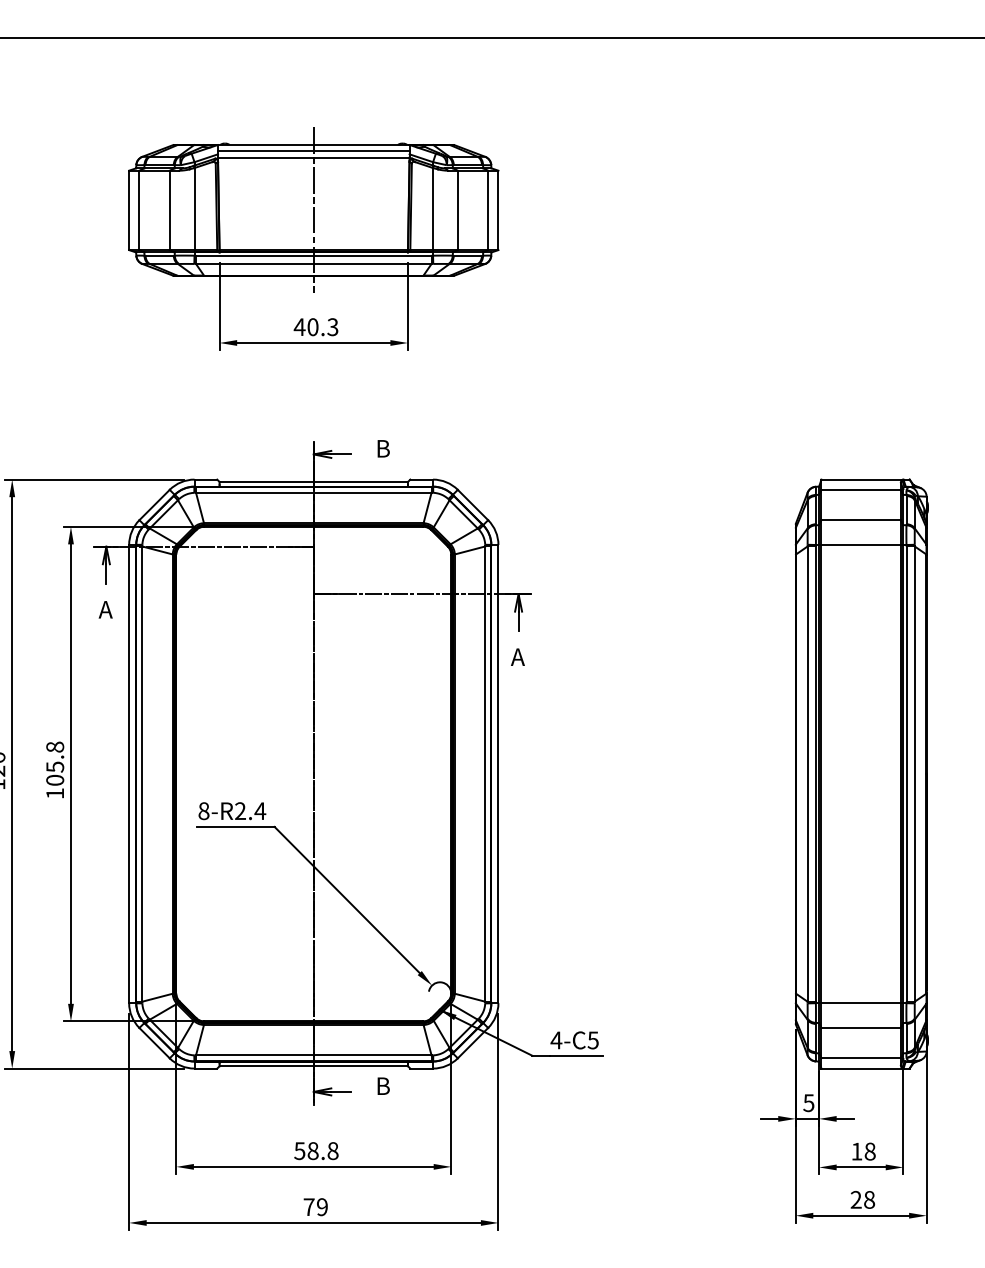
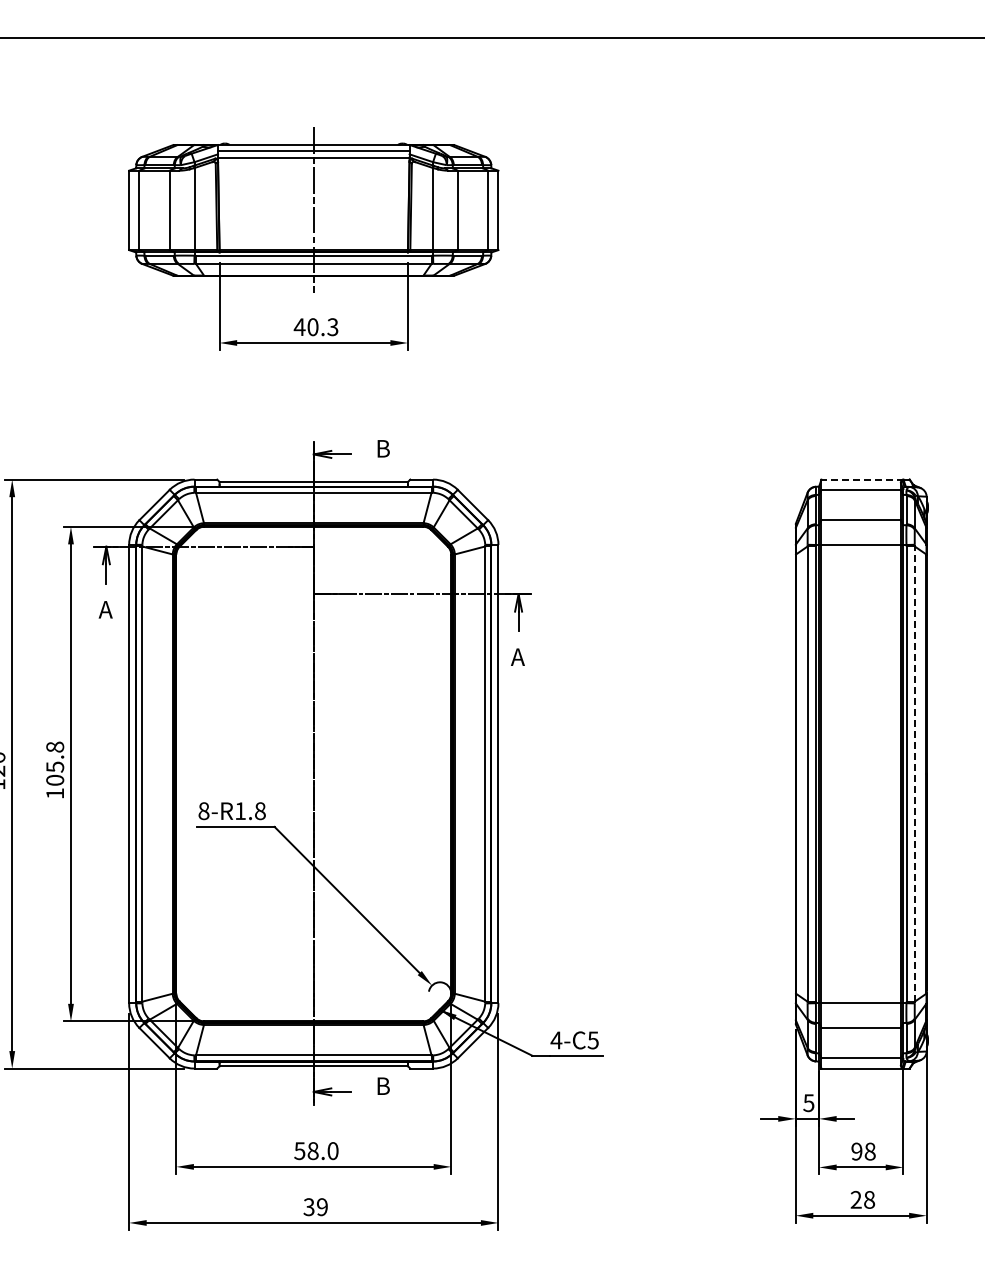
line at (862, 479): solid -> dashed
line at (914, 774): solid -> dashed
text at (250, 811): 8-R2.4 -> 8-R1.8
text at (332, 1150): 58.8 -> 58.0
text at (856, 1151): 18 -> 98
text at (308, 1207): 79 -> 39
